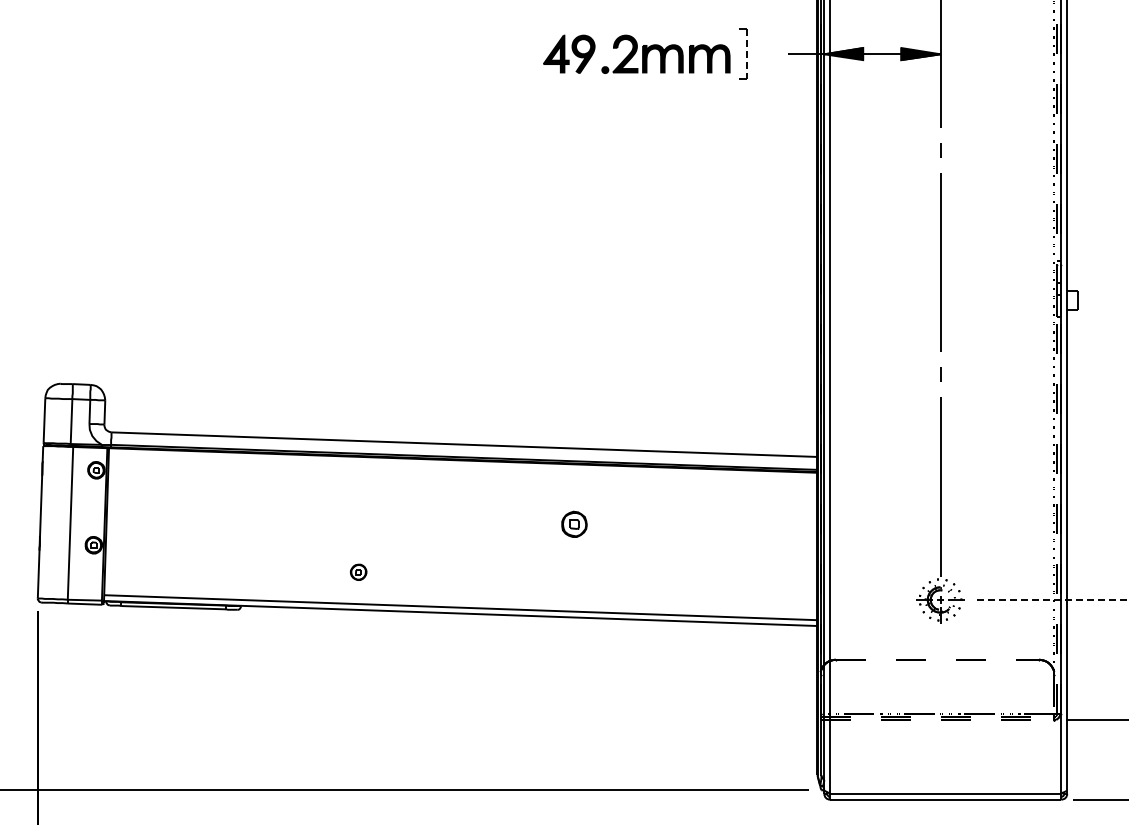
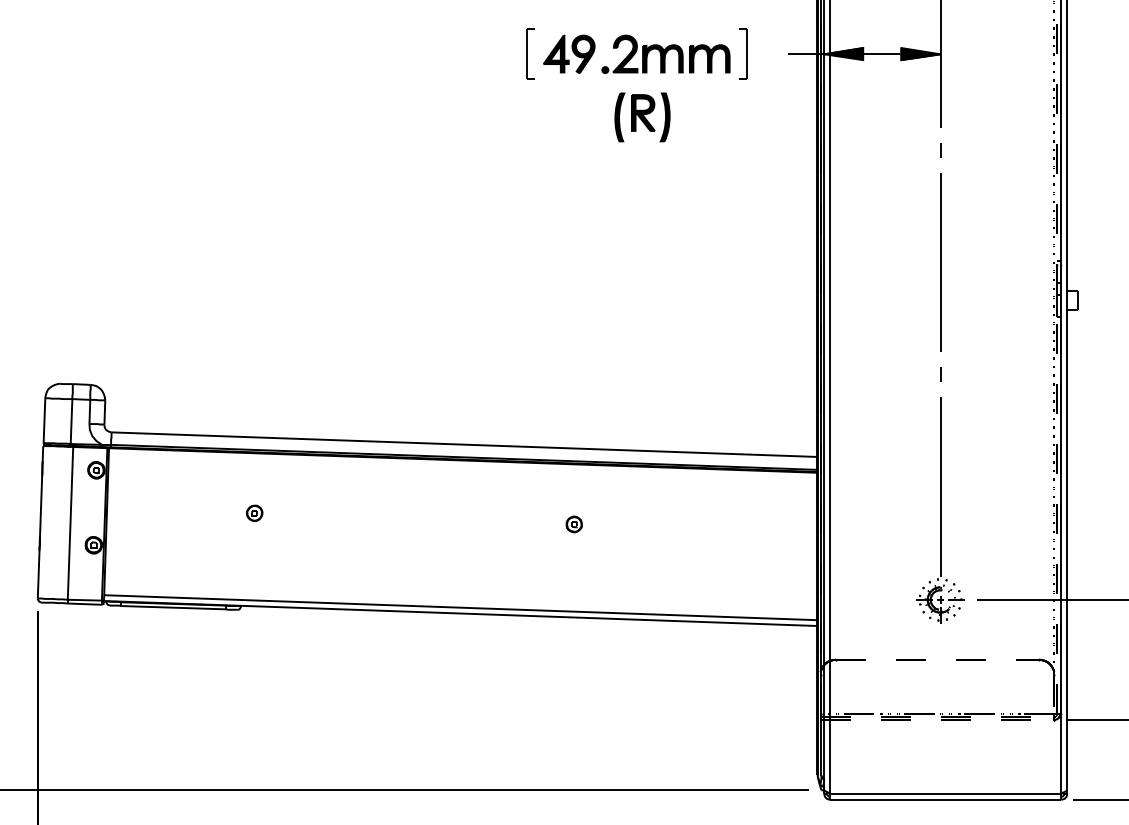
part at (530, 53): none -> present
line at (746, 54): dashed -> solid
part at (642, 117): none -> present
part at (574, 523) size: 27x28 px -> 18x19 px
part at (358, 571) position: (358, 571) -> (254, 512)
line at (1052, 599): dashed -> solid
